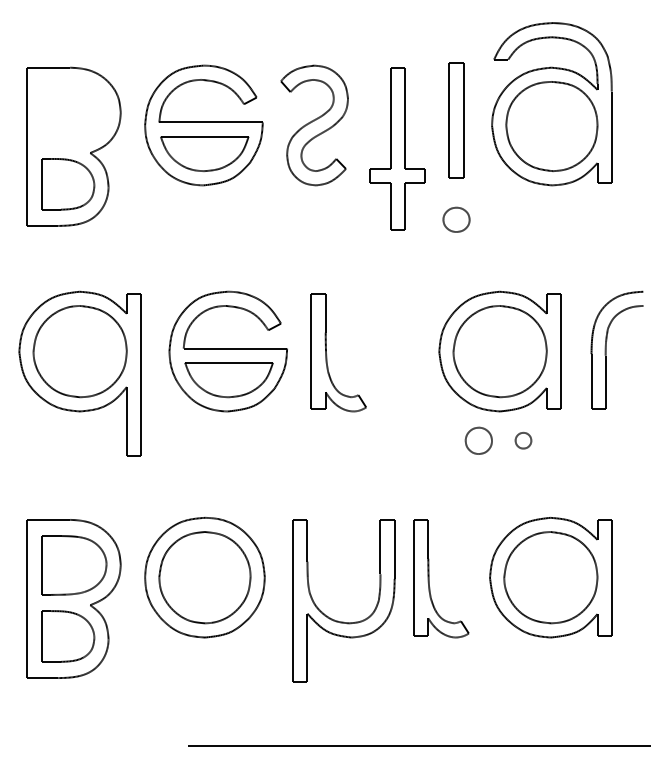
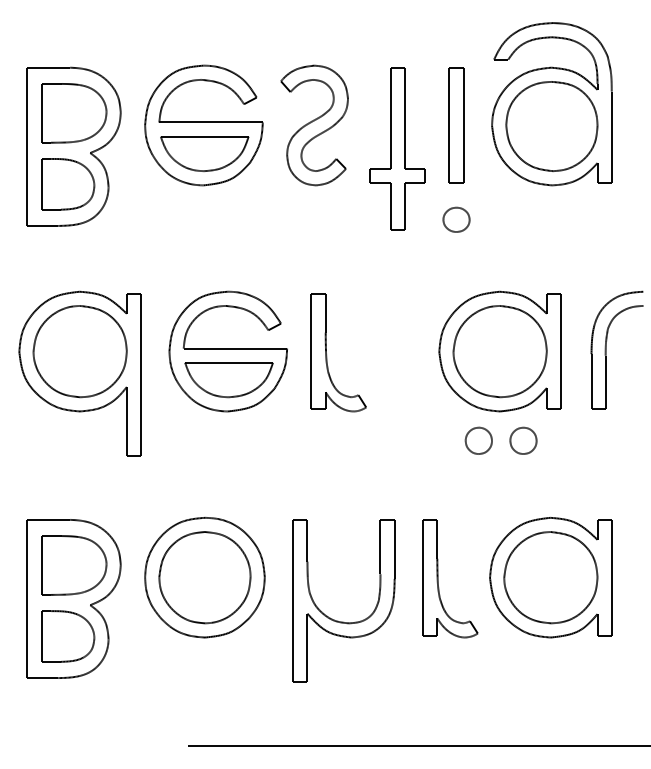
part at (74, 113): none -> present
part at (456, 120) position: (456, 120) -> (456, 125)
part at (523, 440) size: 19x18 px -> 29x29 px
part at (429, 578) position: (429, 578) -> (438, 578)
